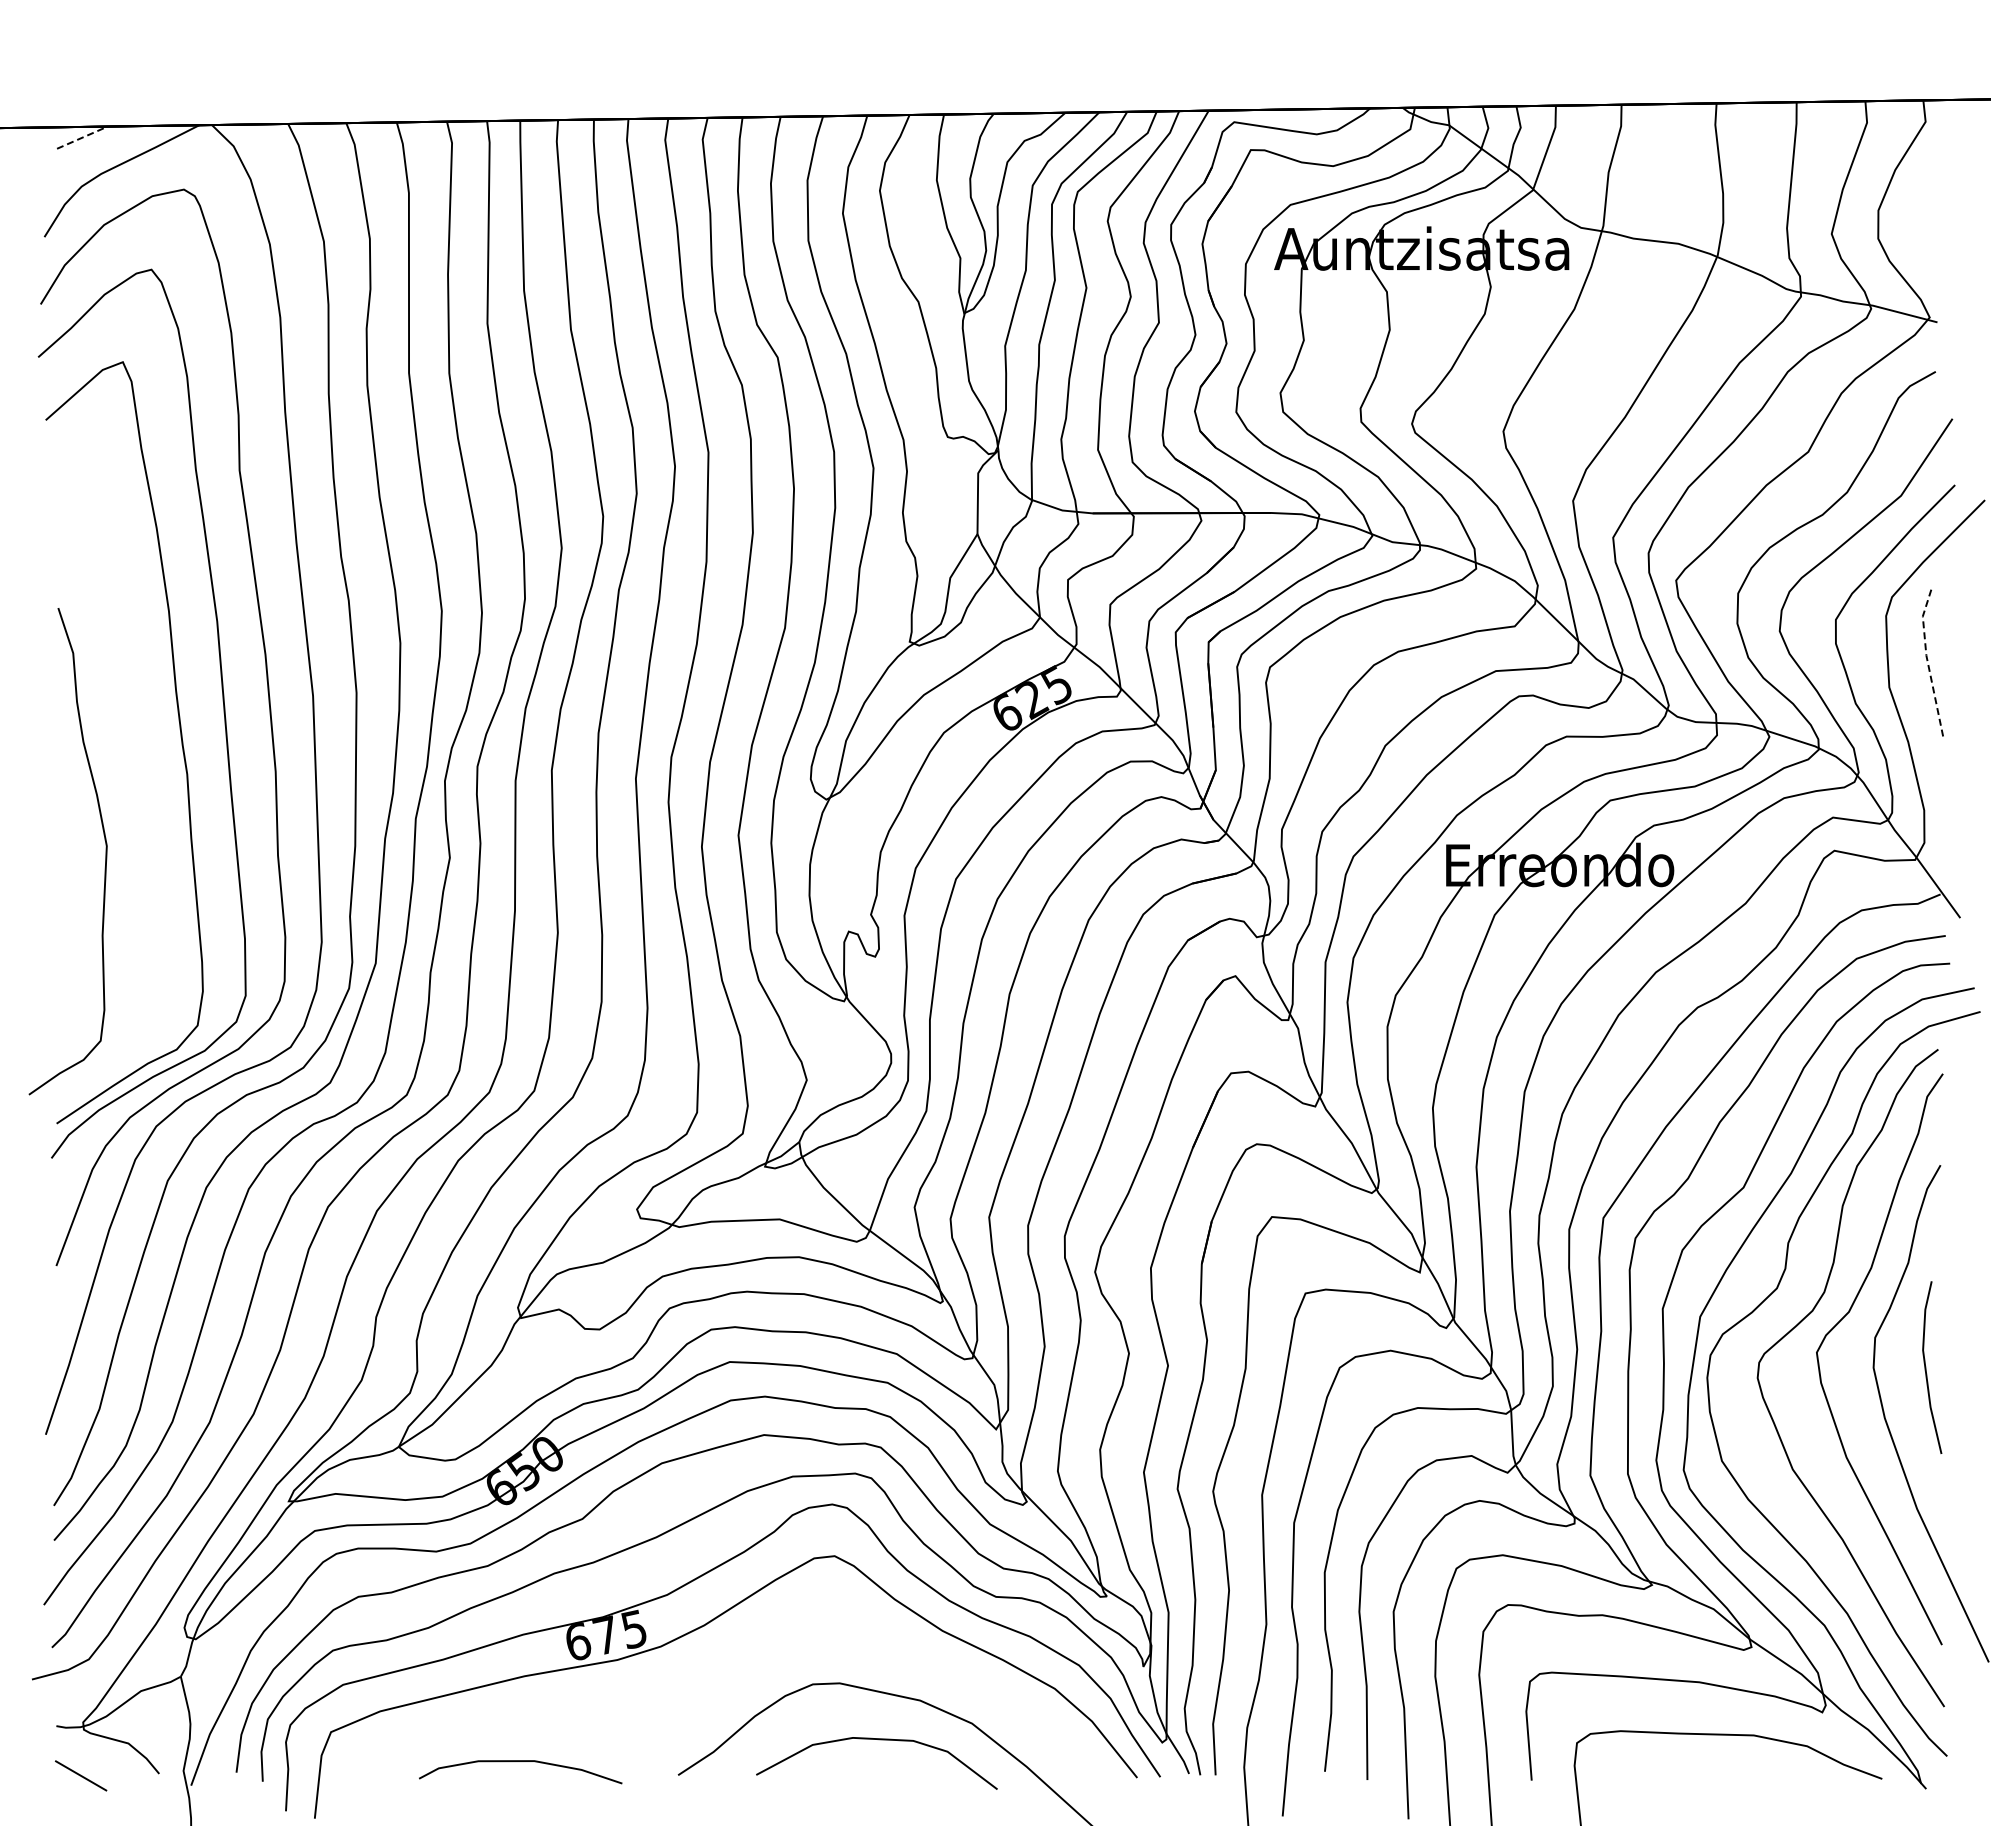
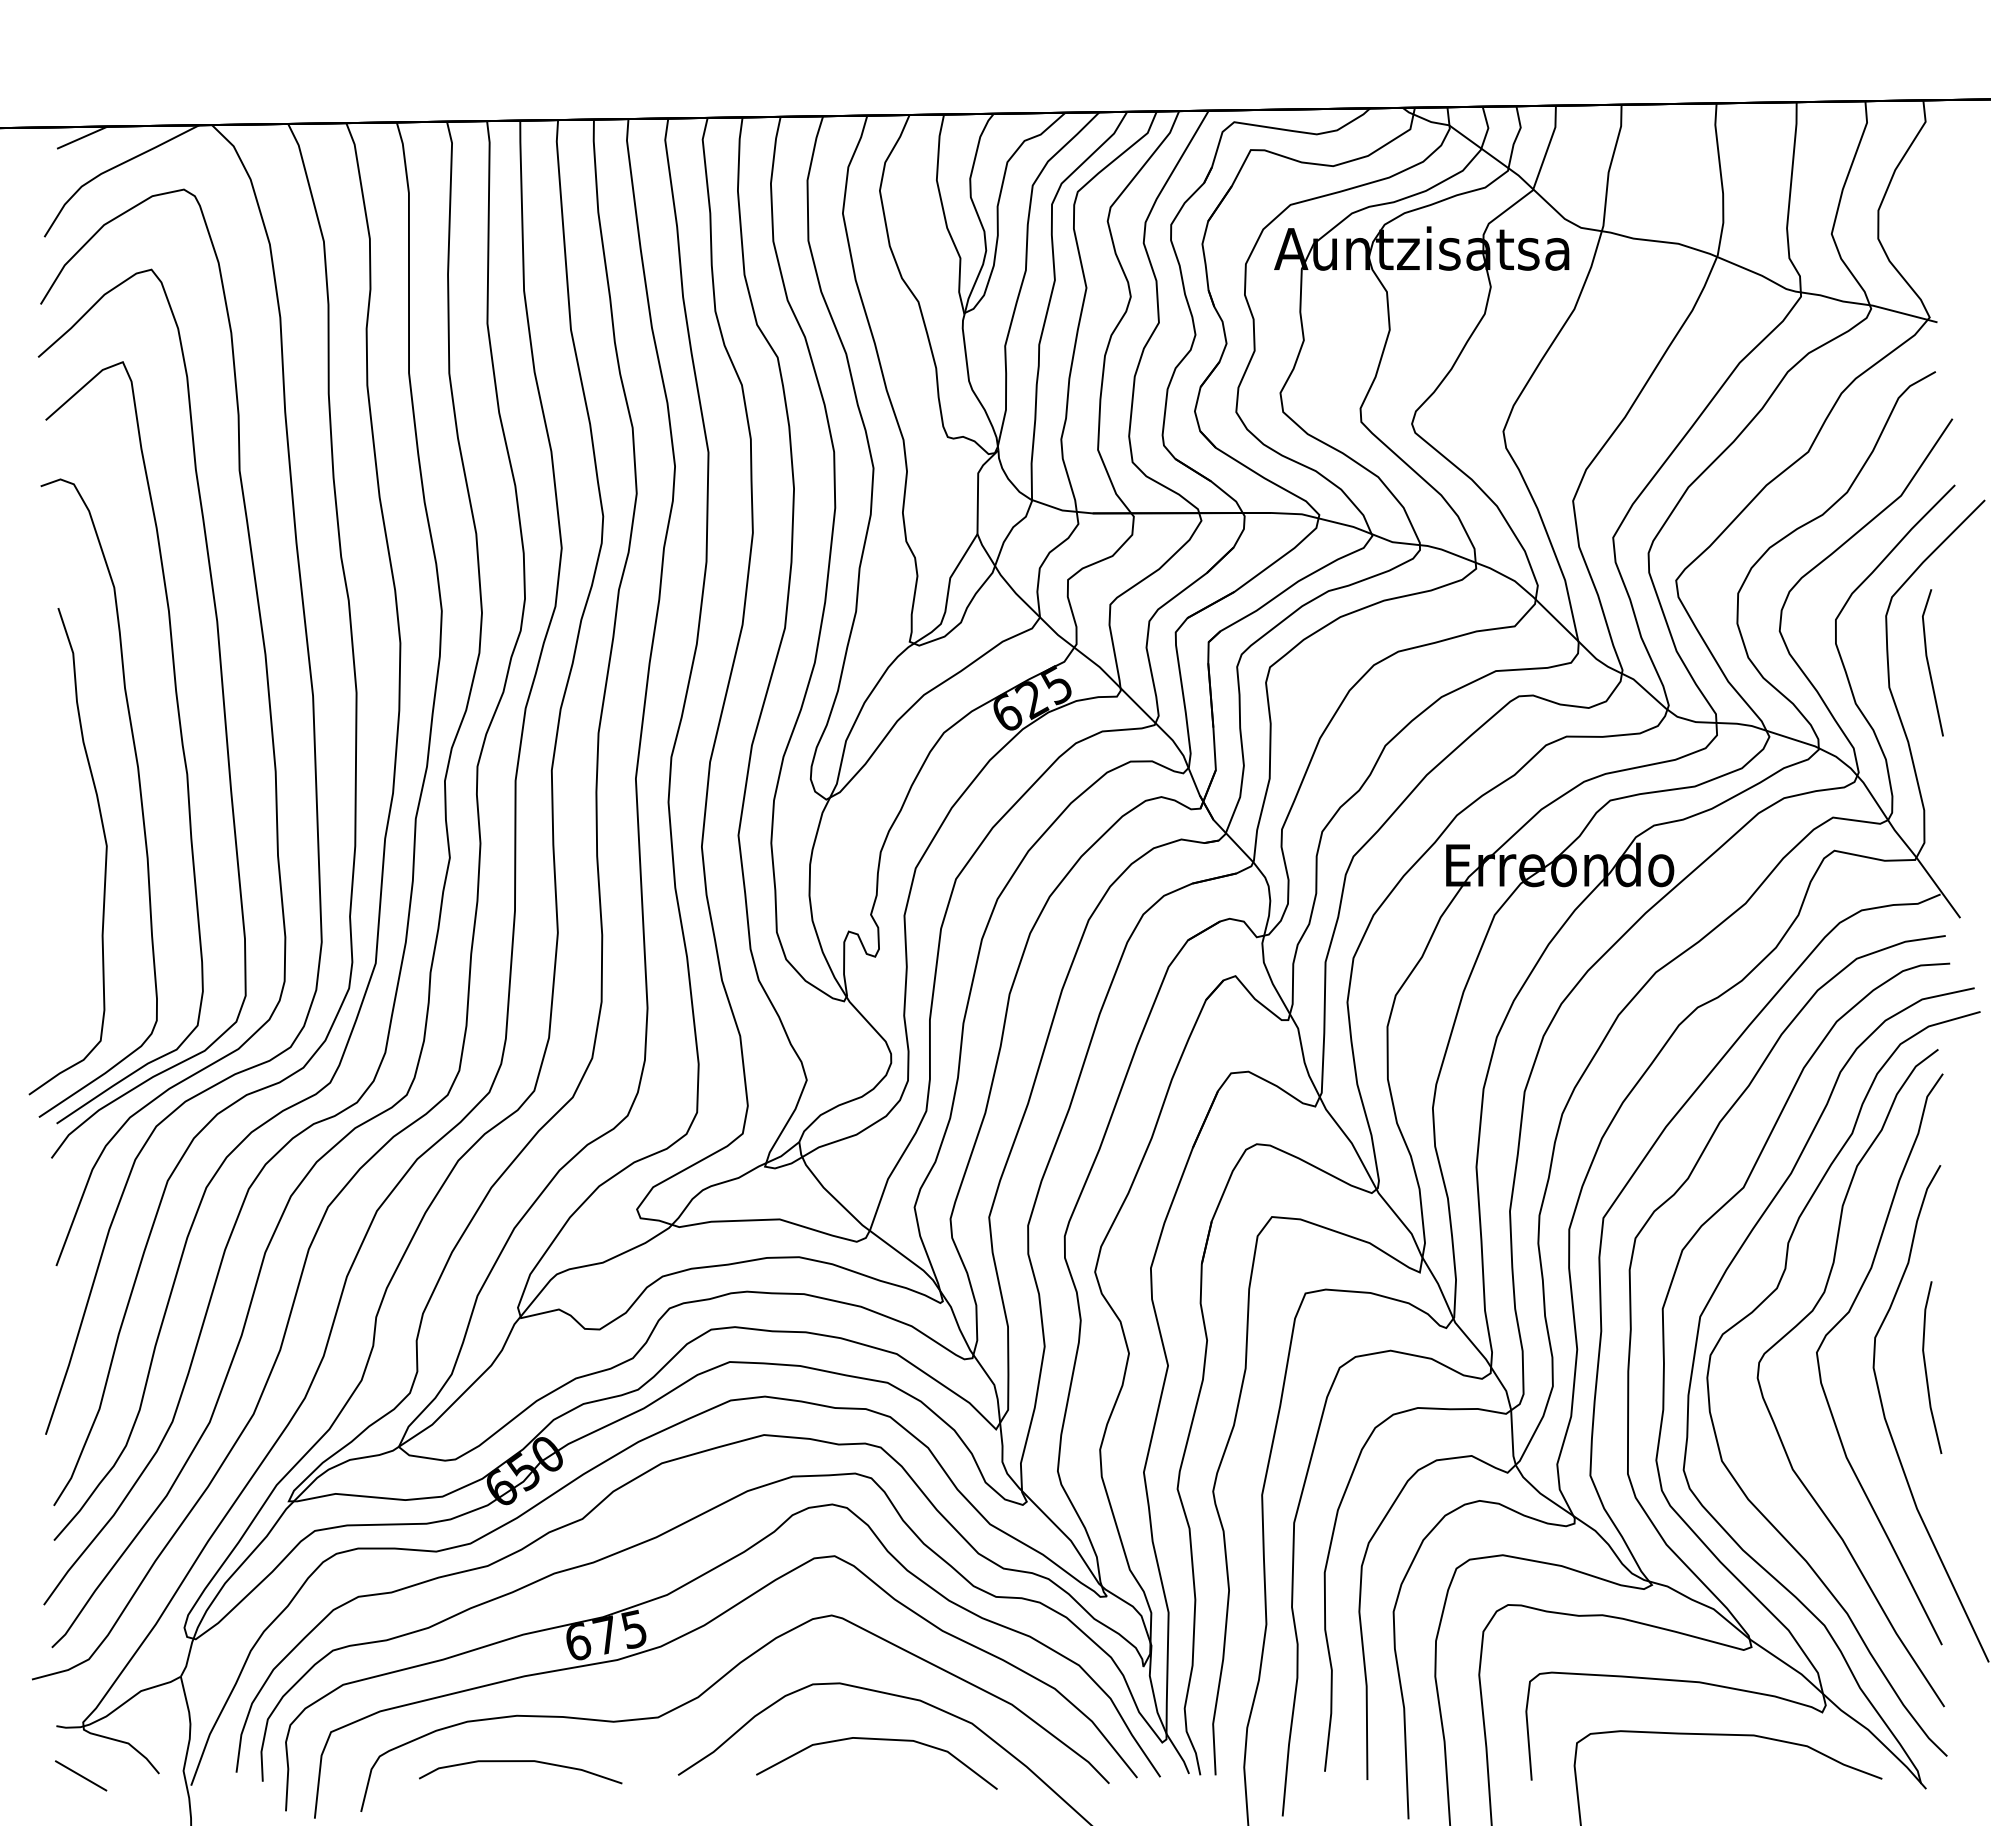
line at (82, 137): dashed -> solid
line at (1927, 661): dashed -> solid
curve at (139, 793): none -> present
curve at (714, 1685): none -> present
